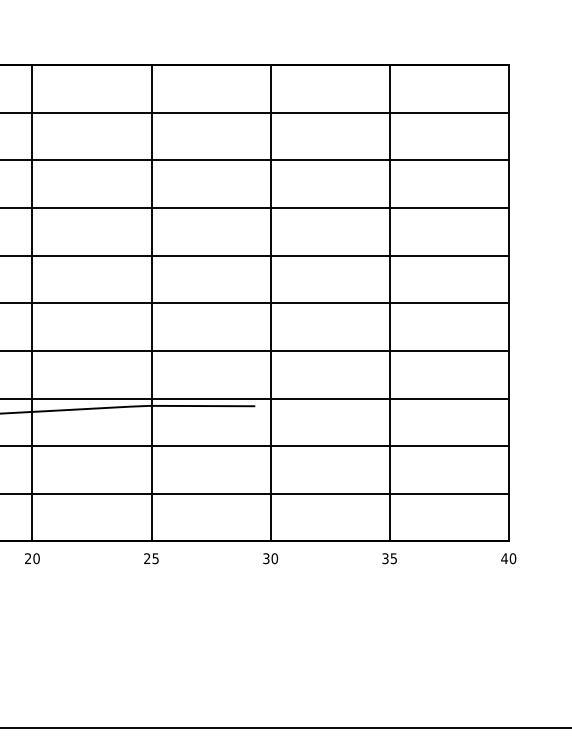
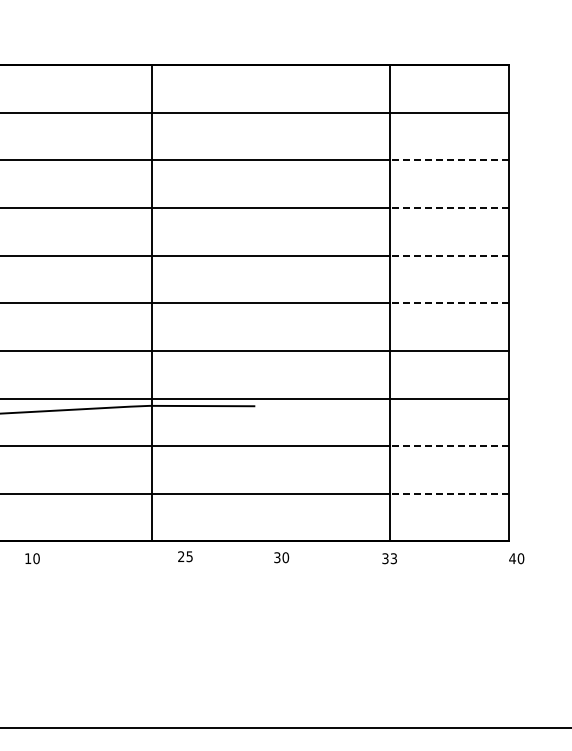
line at (449, 160): solid -> dashed
line at (449, 207): solid -> dashed
line at (449, 255): solid -> dashed
line at (32, 303): present -> none
line at (270, 303): present -> none
line at (449, 303): solid -> dashed
line at (449, 446): solid -> dashed
line at (449, 493): solid -> dashed
text at (393, 557): 35 -> 33
text at (28, 558): 20 -> 10
text at (151, 558) position: (151, 558) -> (185, 556)
text at (270, 558) position: (270, 558) -> (281, 557)
text at (508, 558) position: (508, 558) -> (516, 558)
